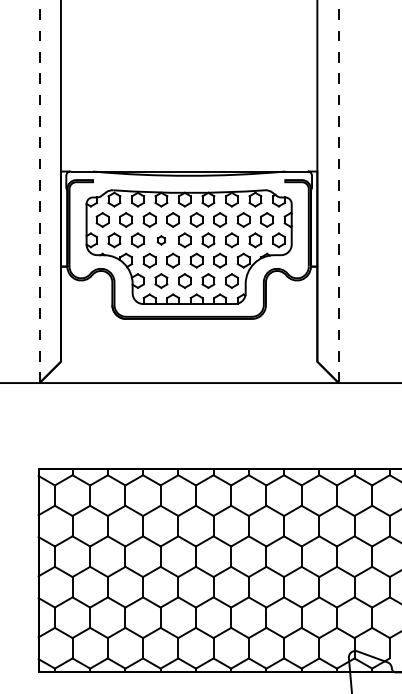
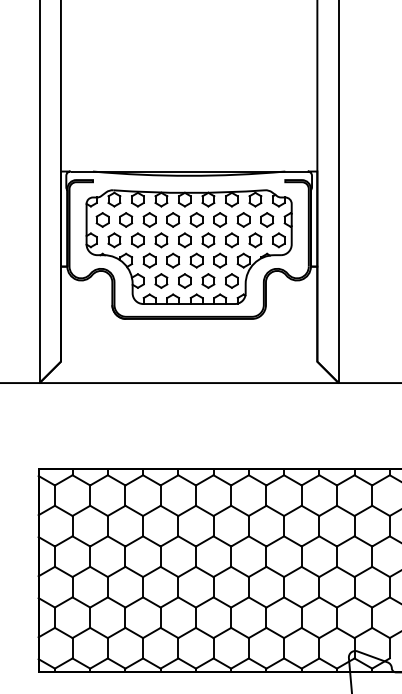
line at (39, 191): dashed -> solid
line at (338, 191): dashed -> solid
part at (160, 240) size: 10x11 px -> 15x17 px
